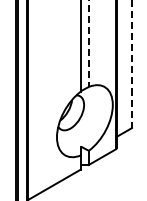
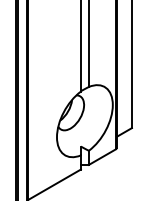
line at (88, 43): dashed -> solid
line at (131, 64): dashed -> solid
